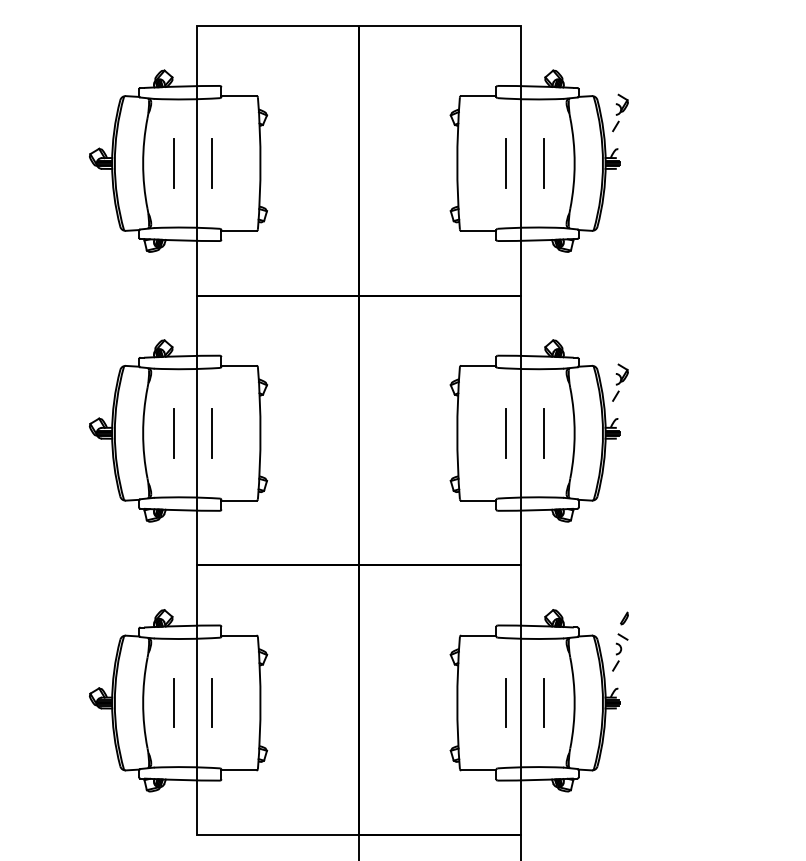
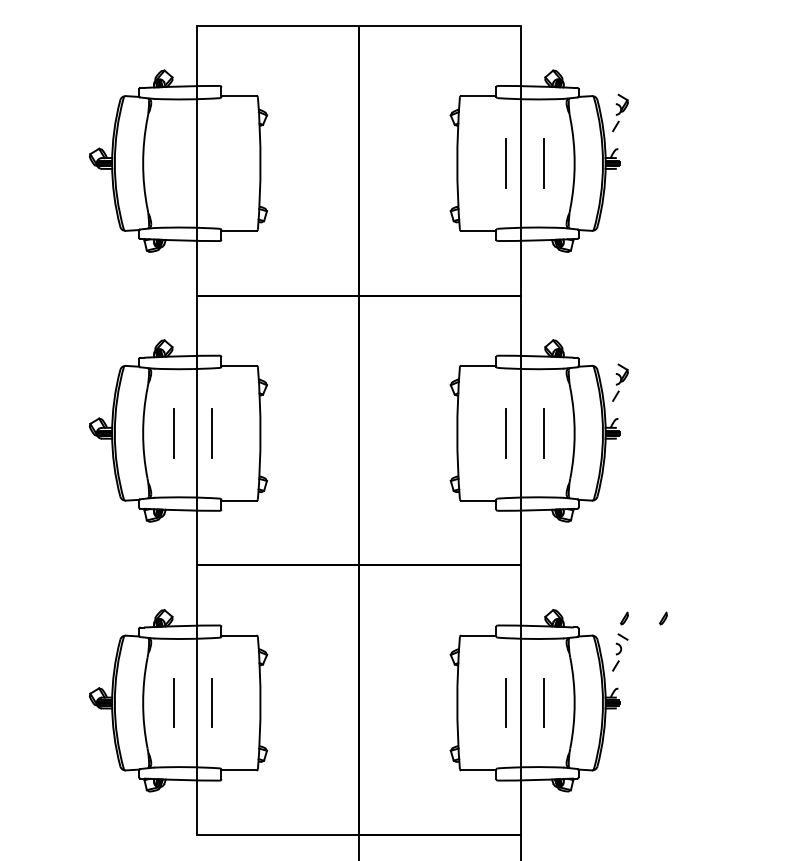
line at (174, 163): present -> none
line at (211, 163): present -> none
part at (663, 618): none -> present
